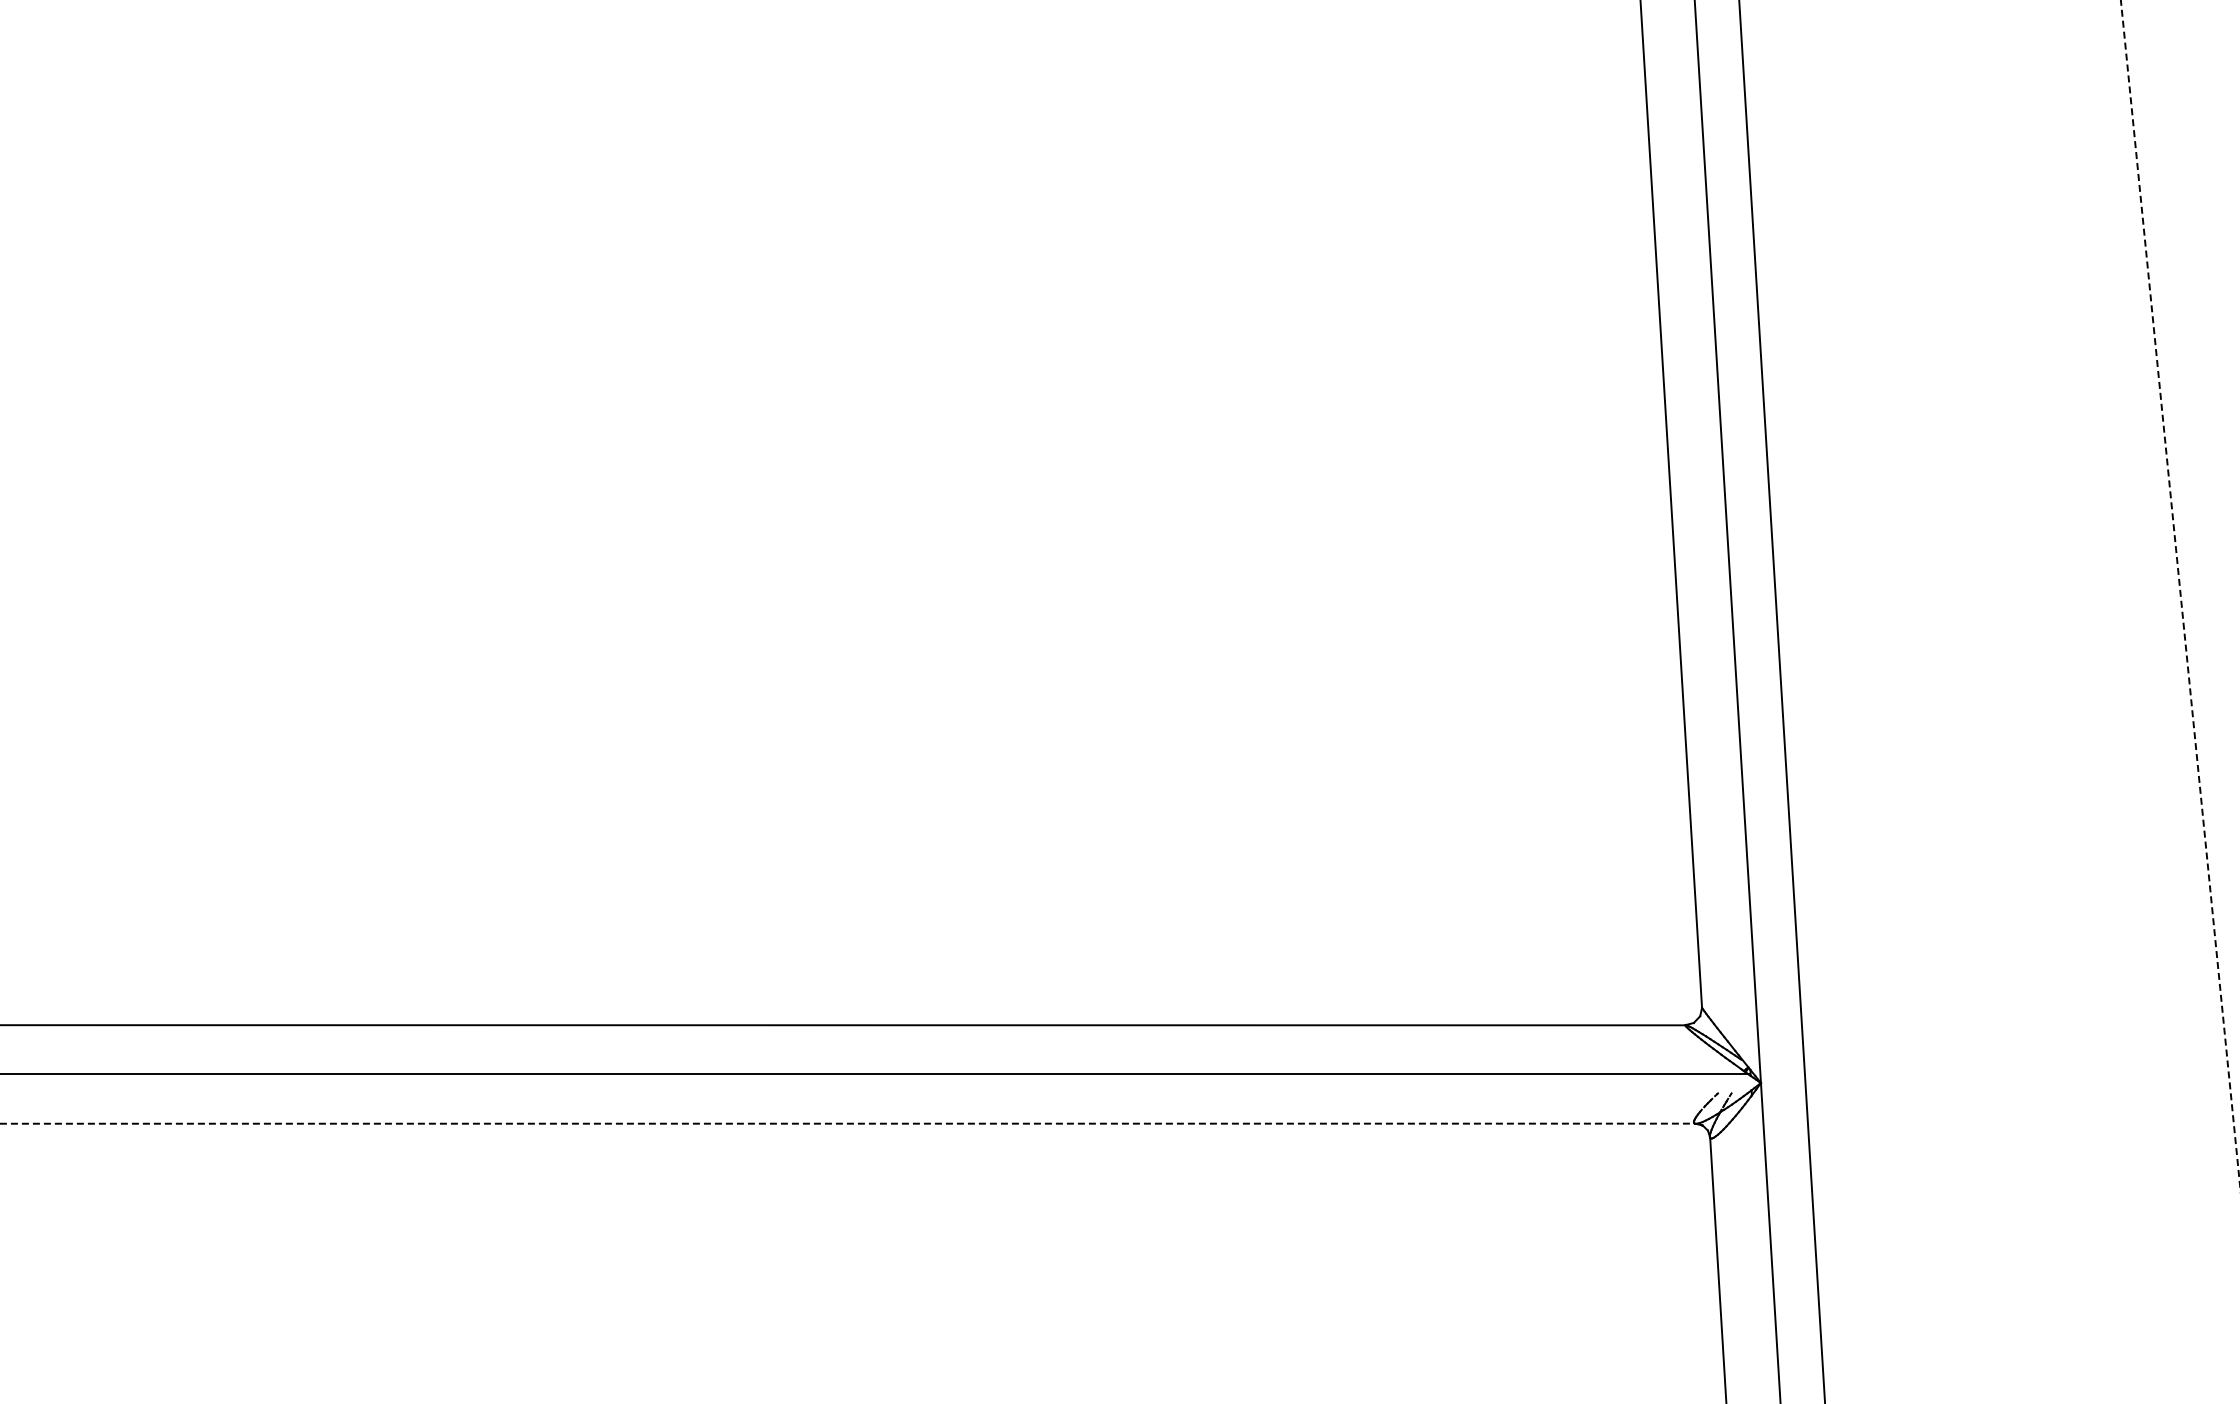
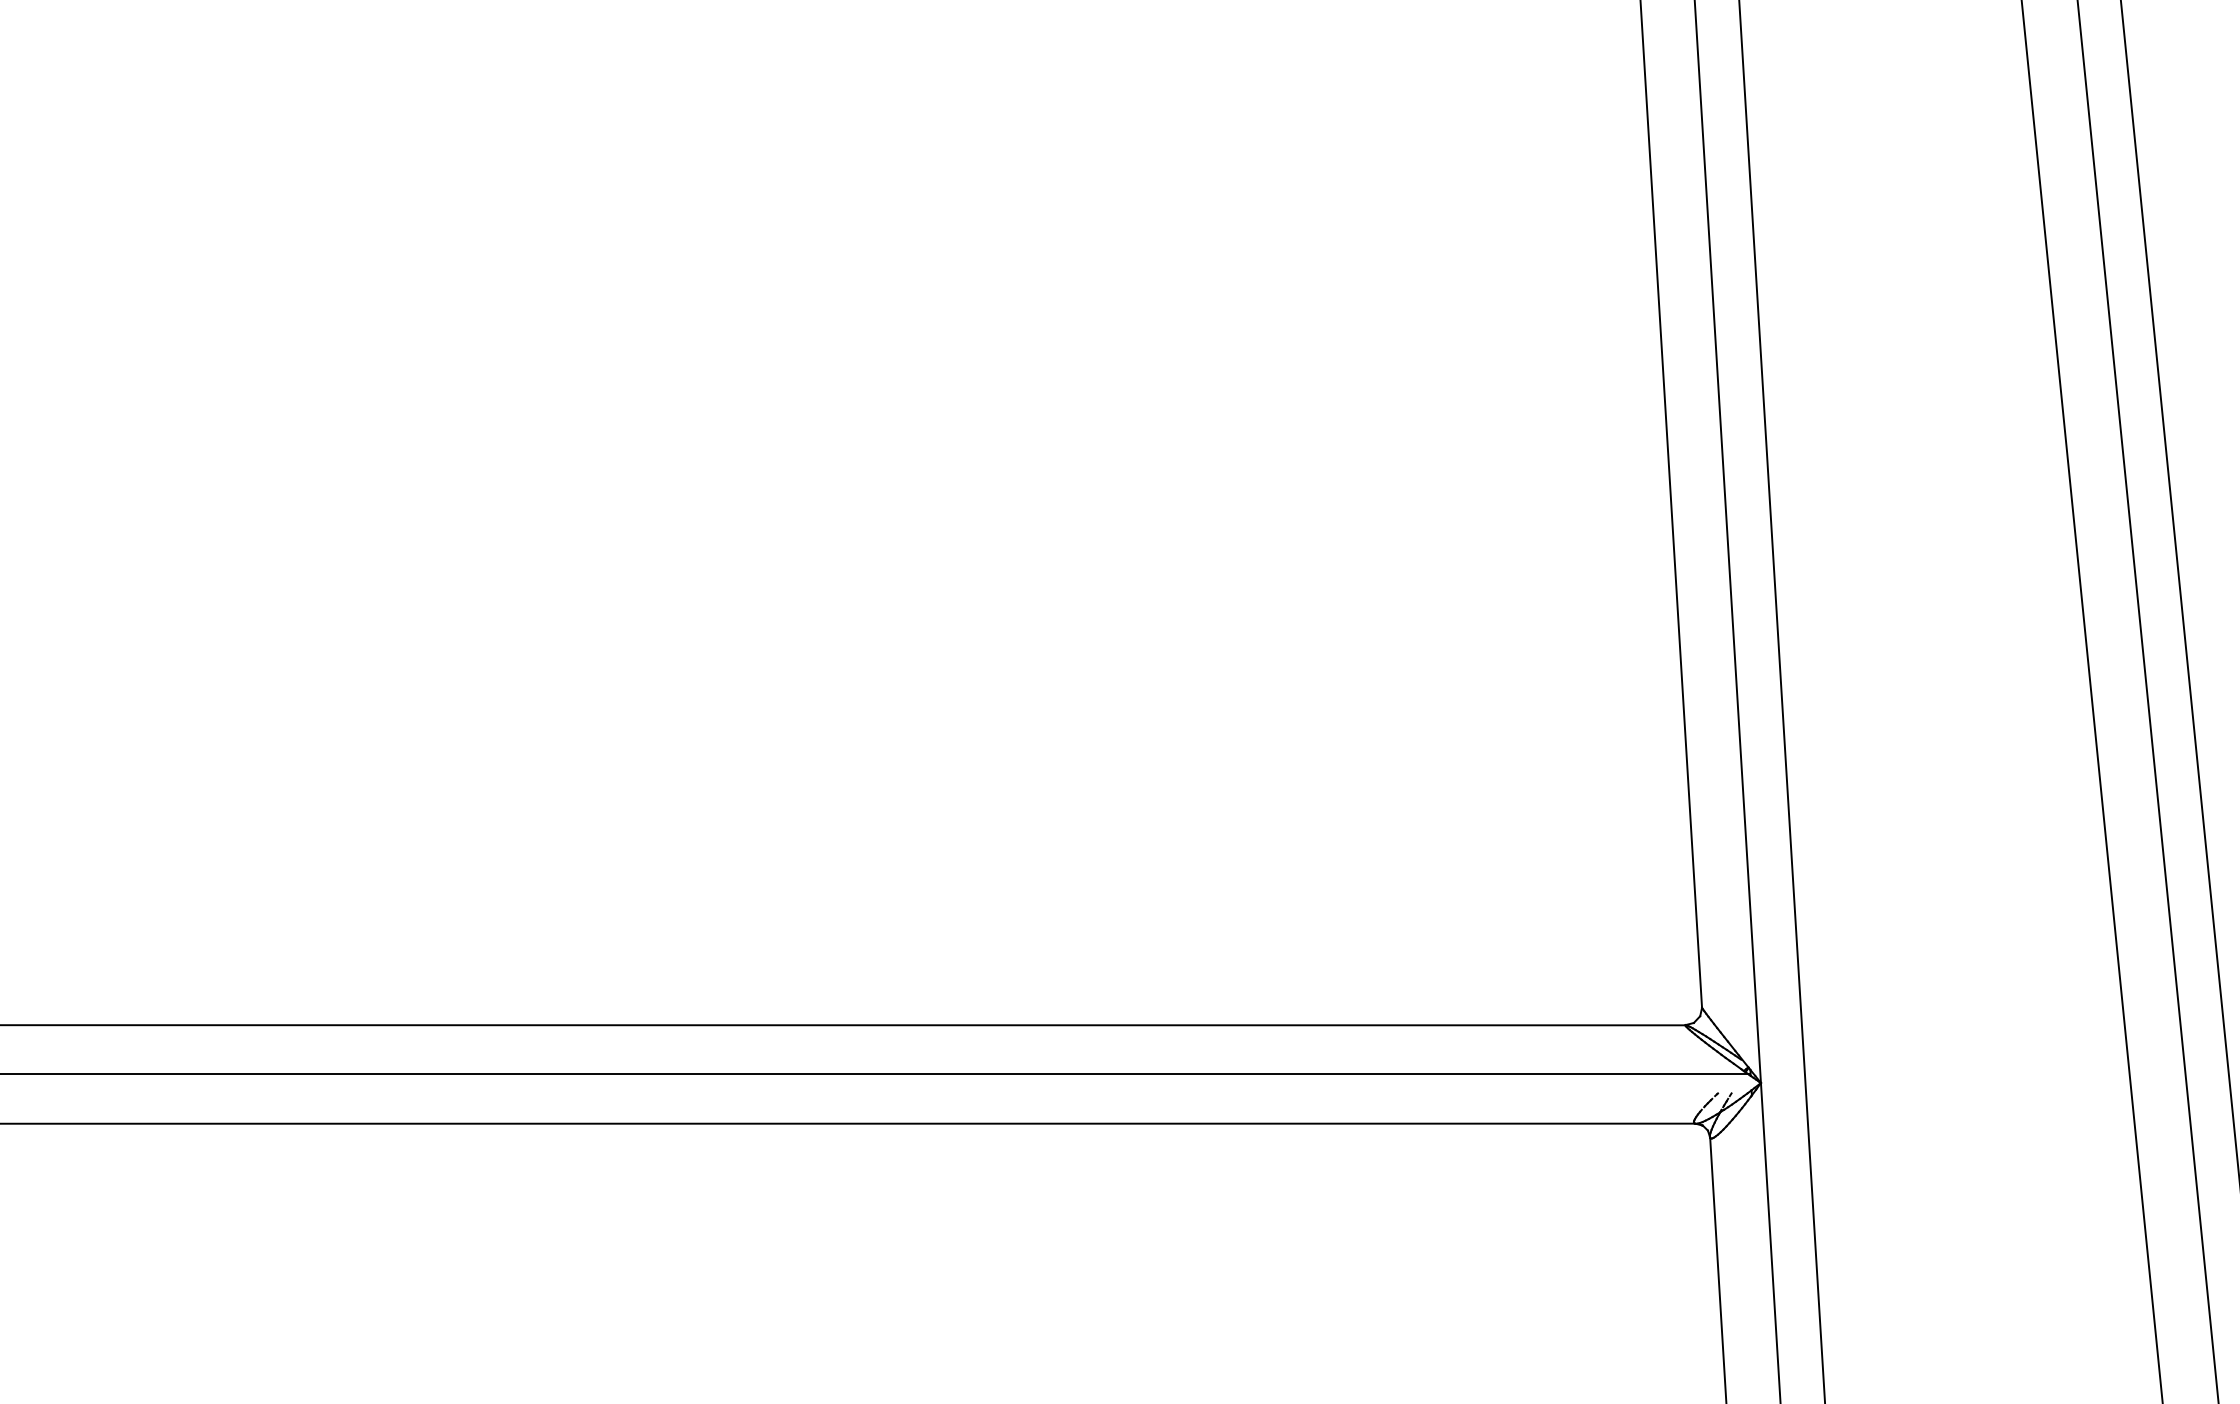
line at (2180, 592): dashed -> solid
line at (2091, 701): none -> present
line at (2147, 701): none -> present
line at (847, 1123): dashed -> solid
